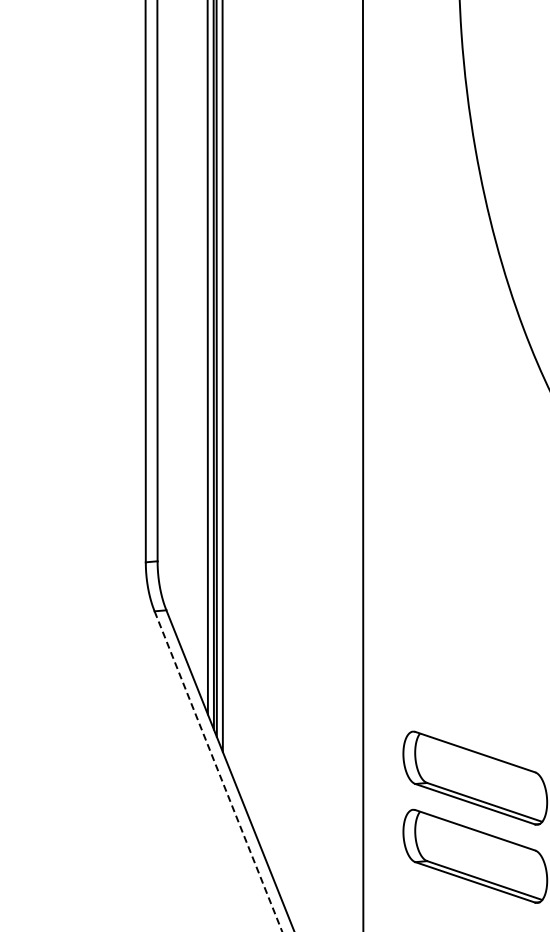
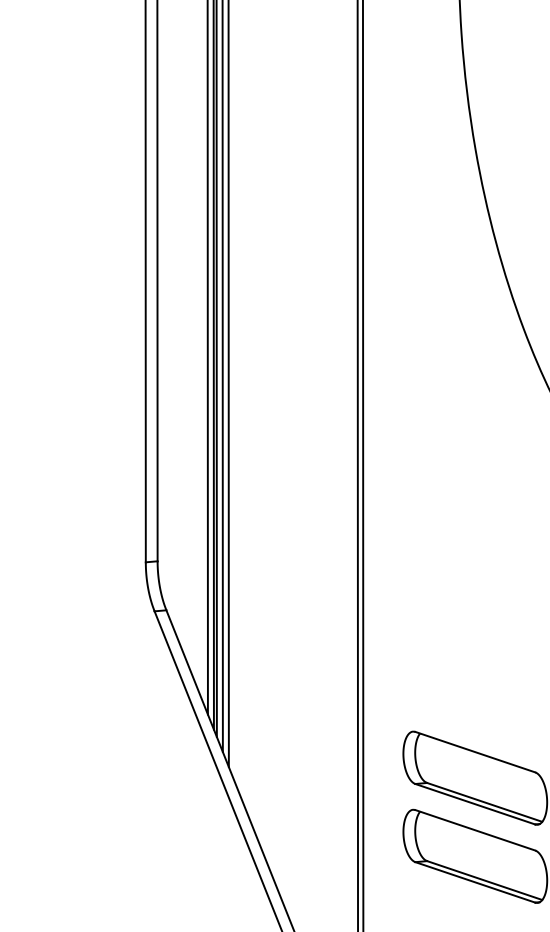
line at (228, 384): none -> present
line at (357, 465): none -> present
line at (218, 771): dashed -> solid
